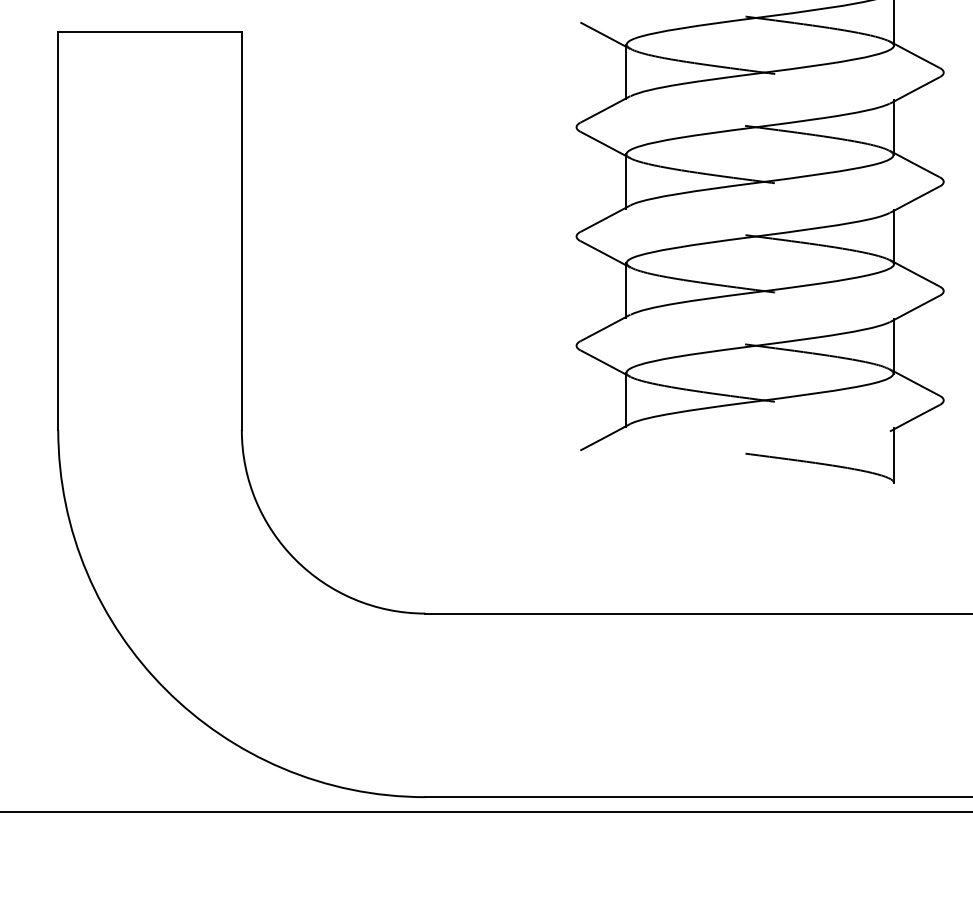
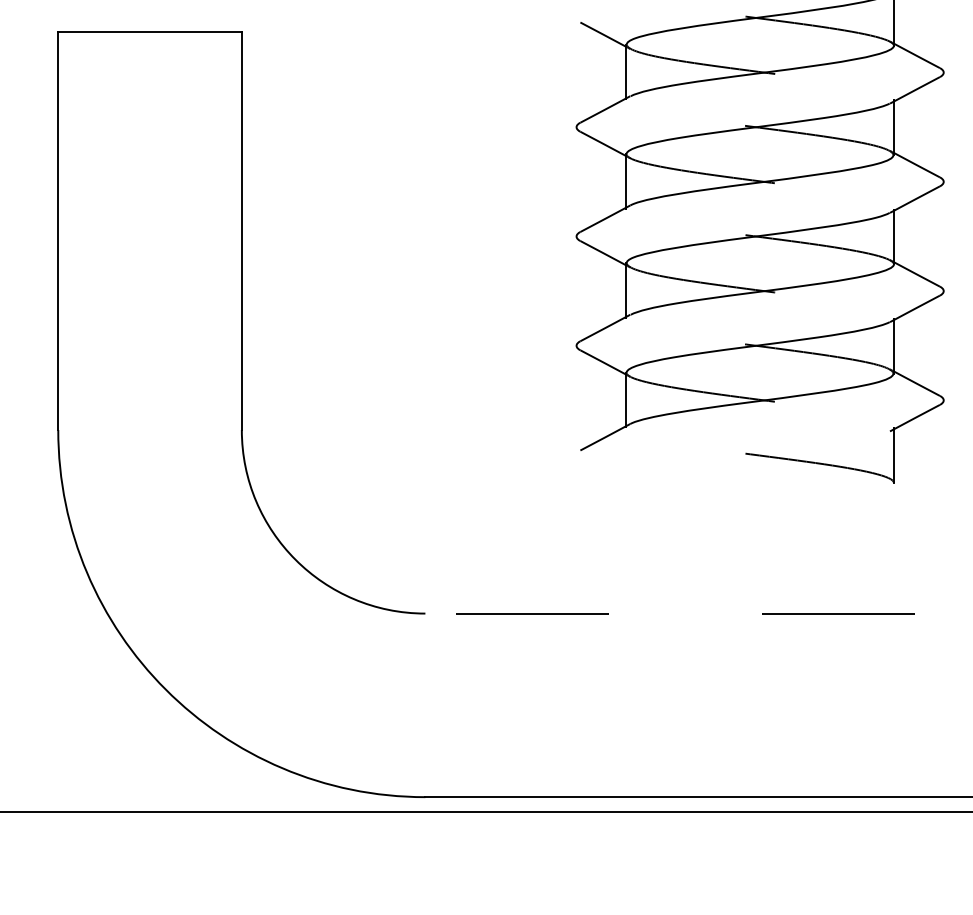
line at (698, 613): solid -> dashed
